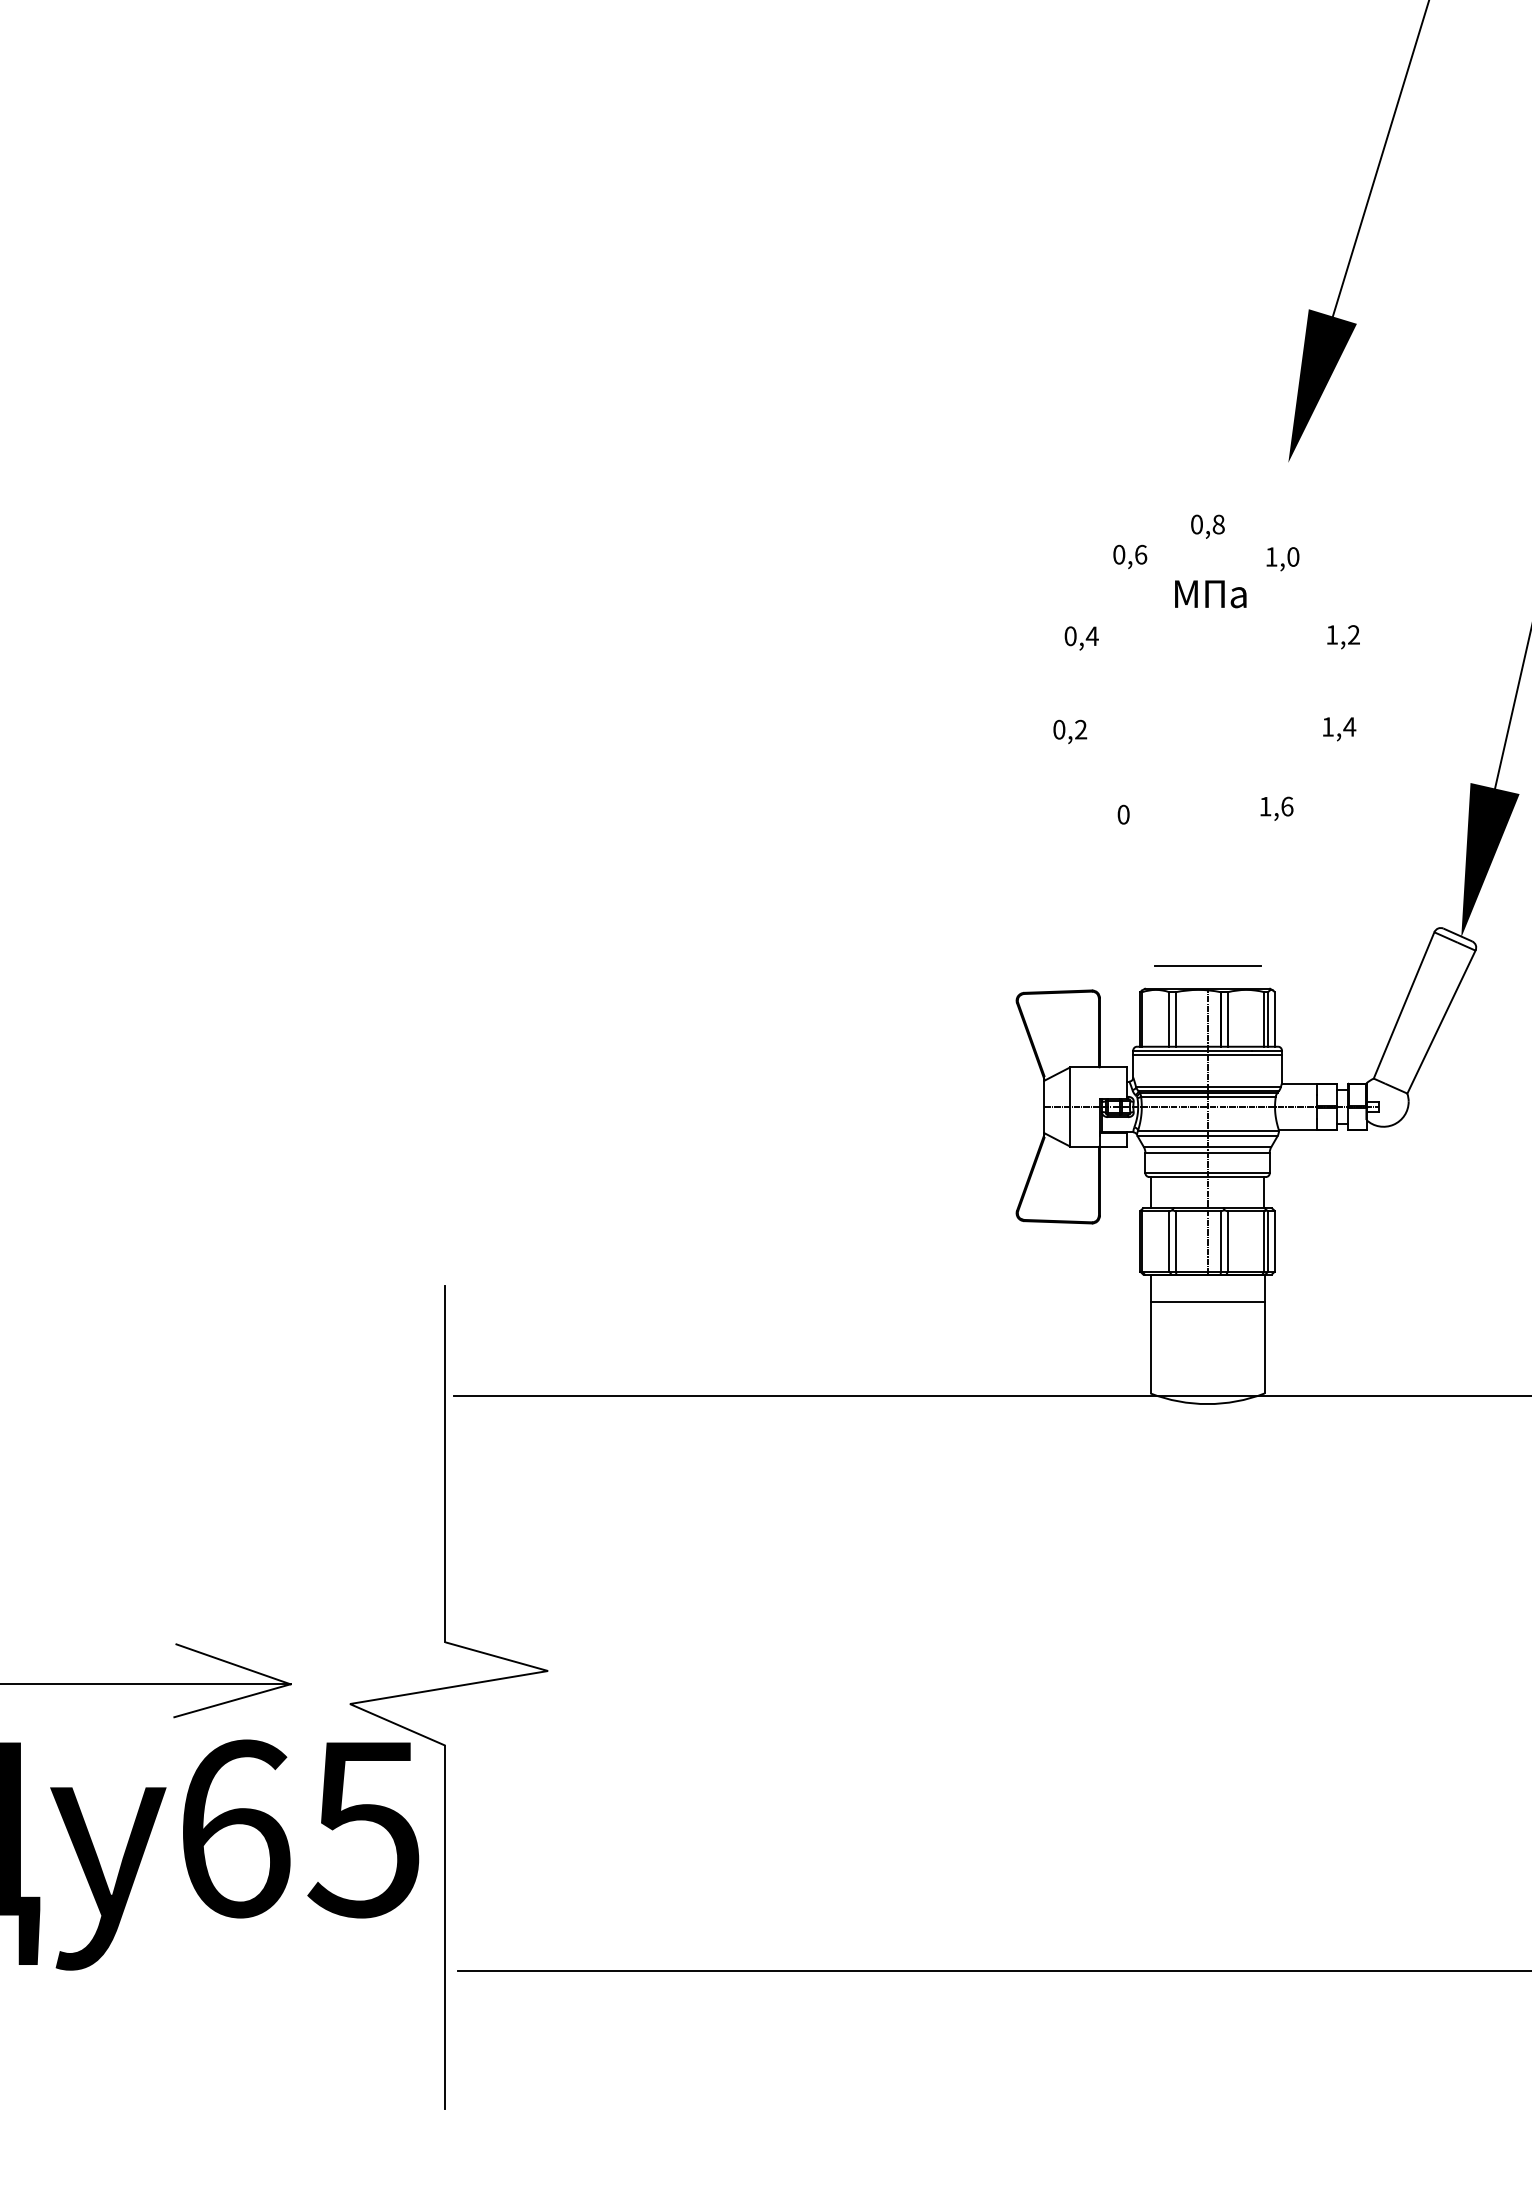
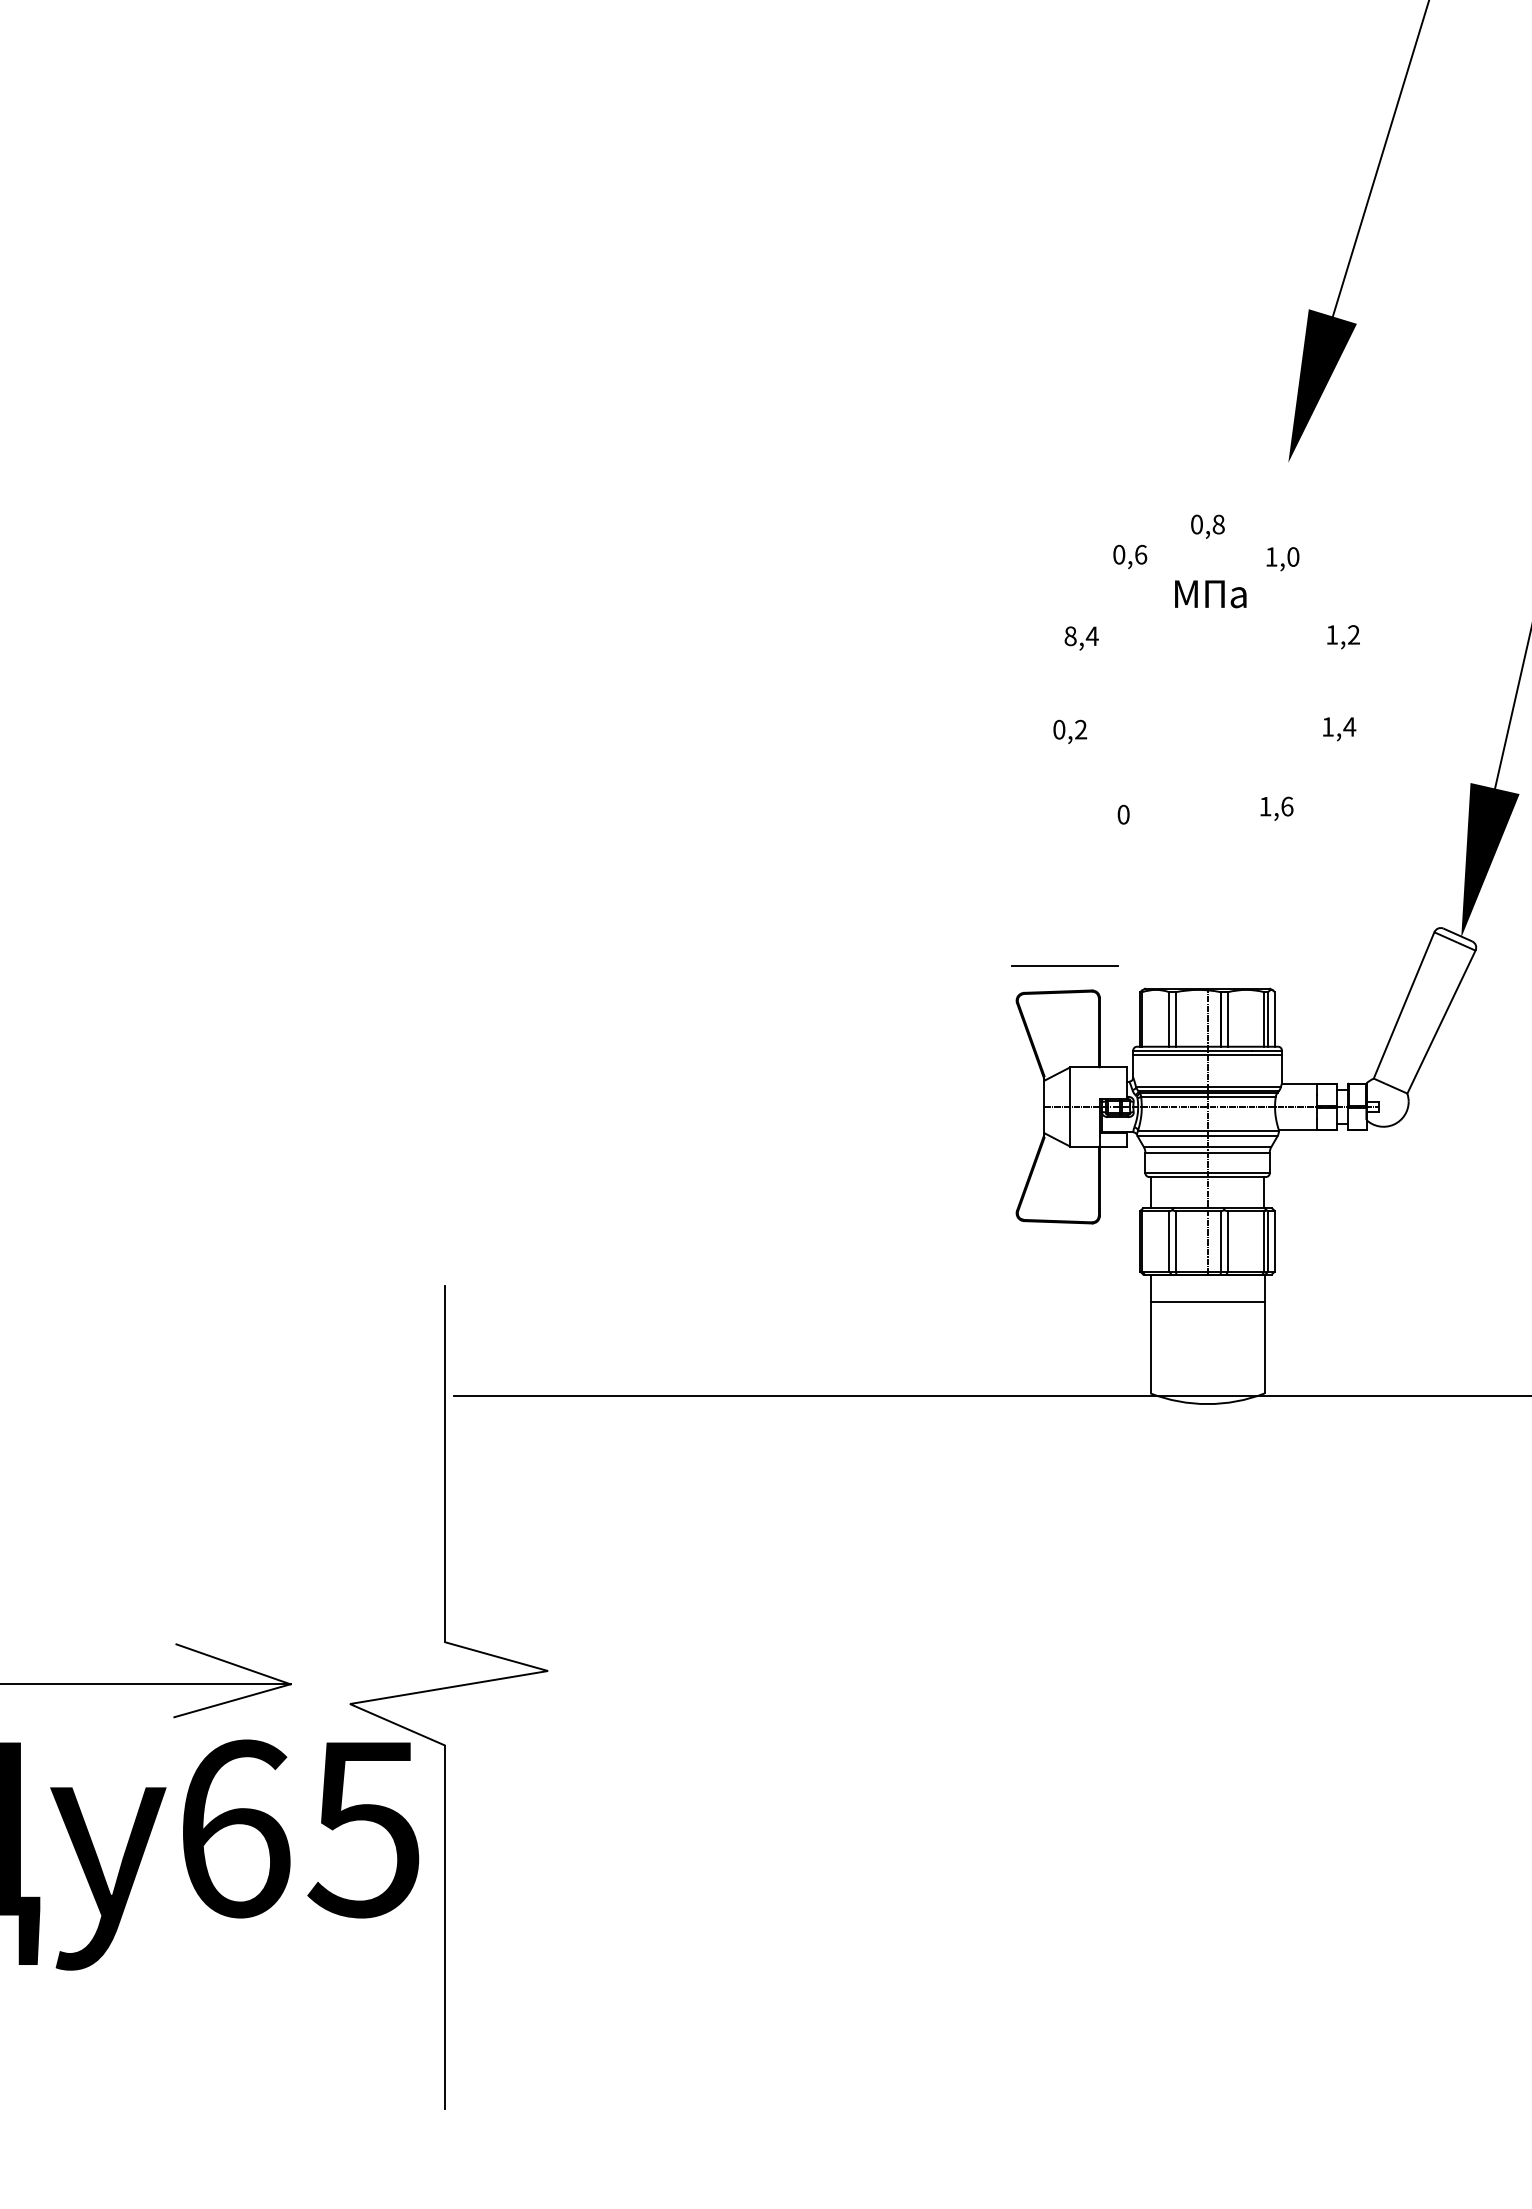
text at (1070, 636): 0,4 -> 8,4
line at (1207, 965) position: (1207, 965) -> (1064, 965)
line at (993, 1970): present -> none
